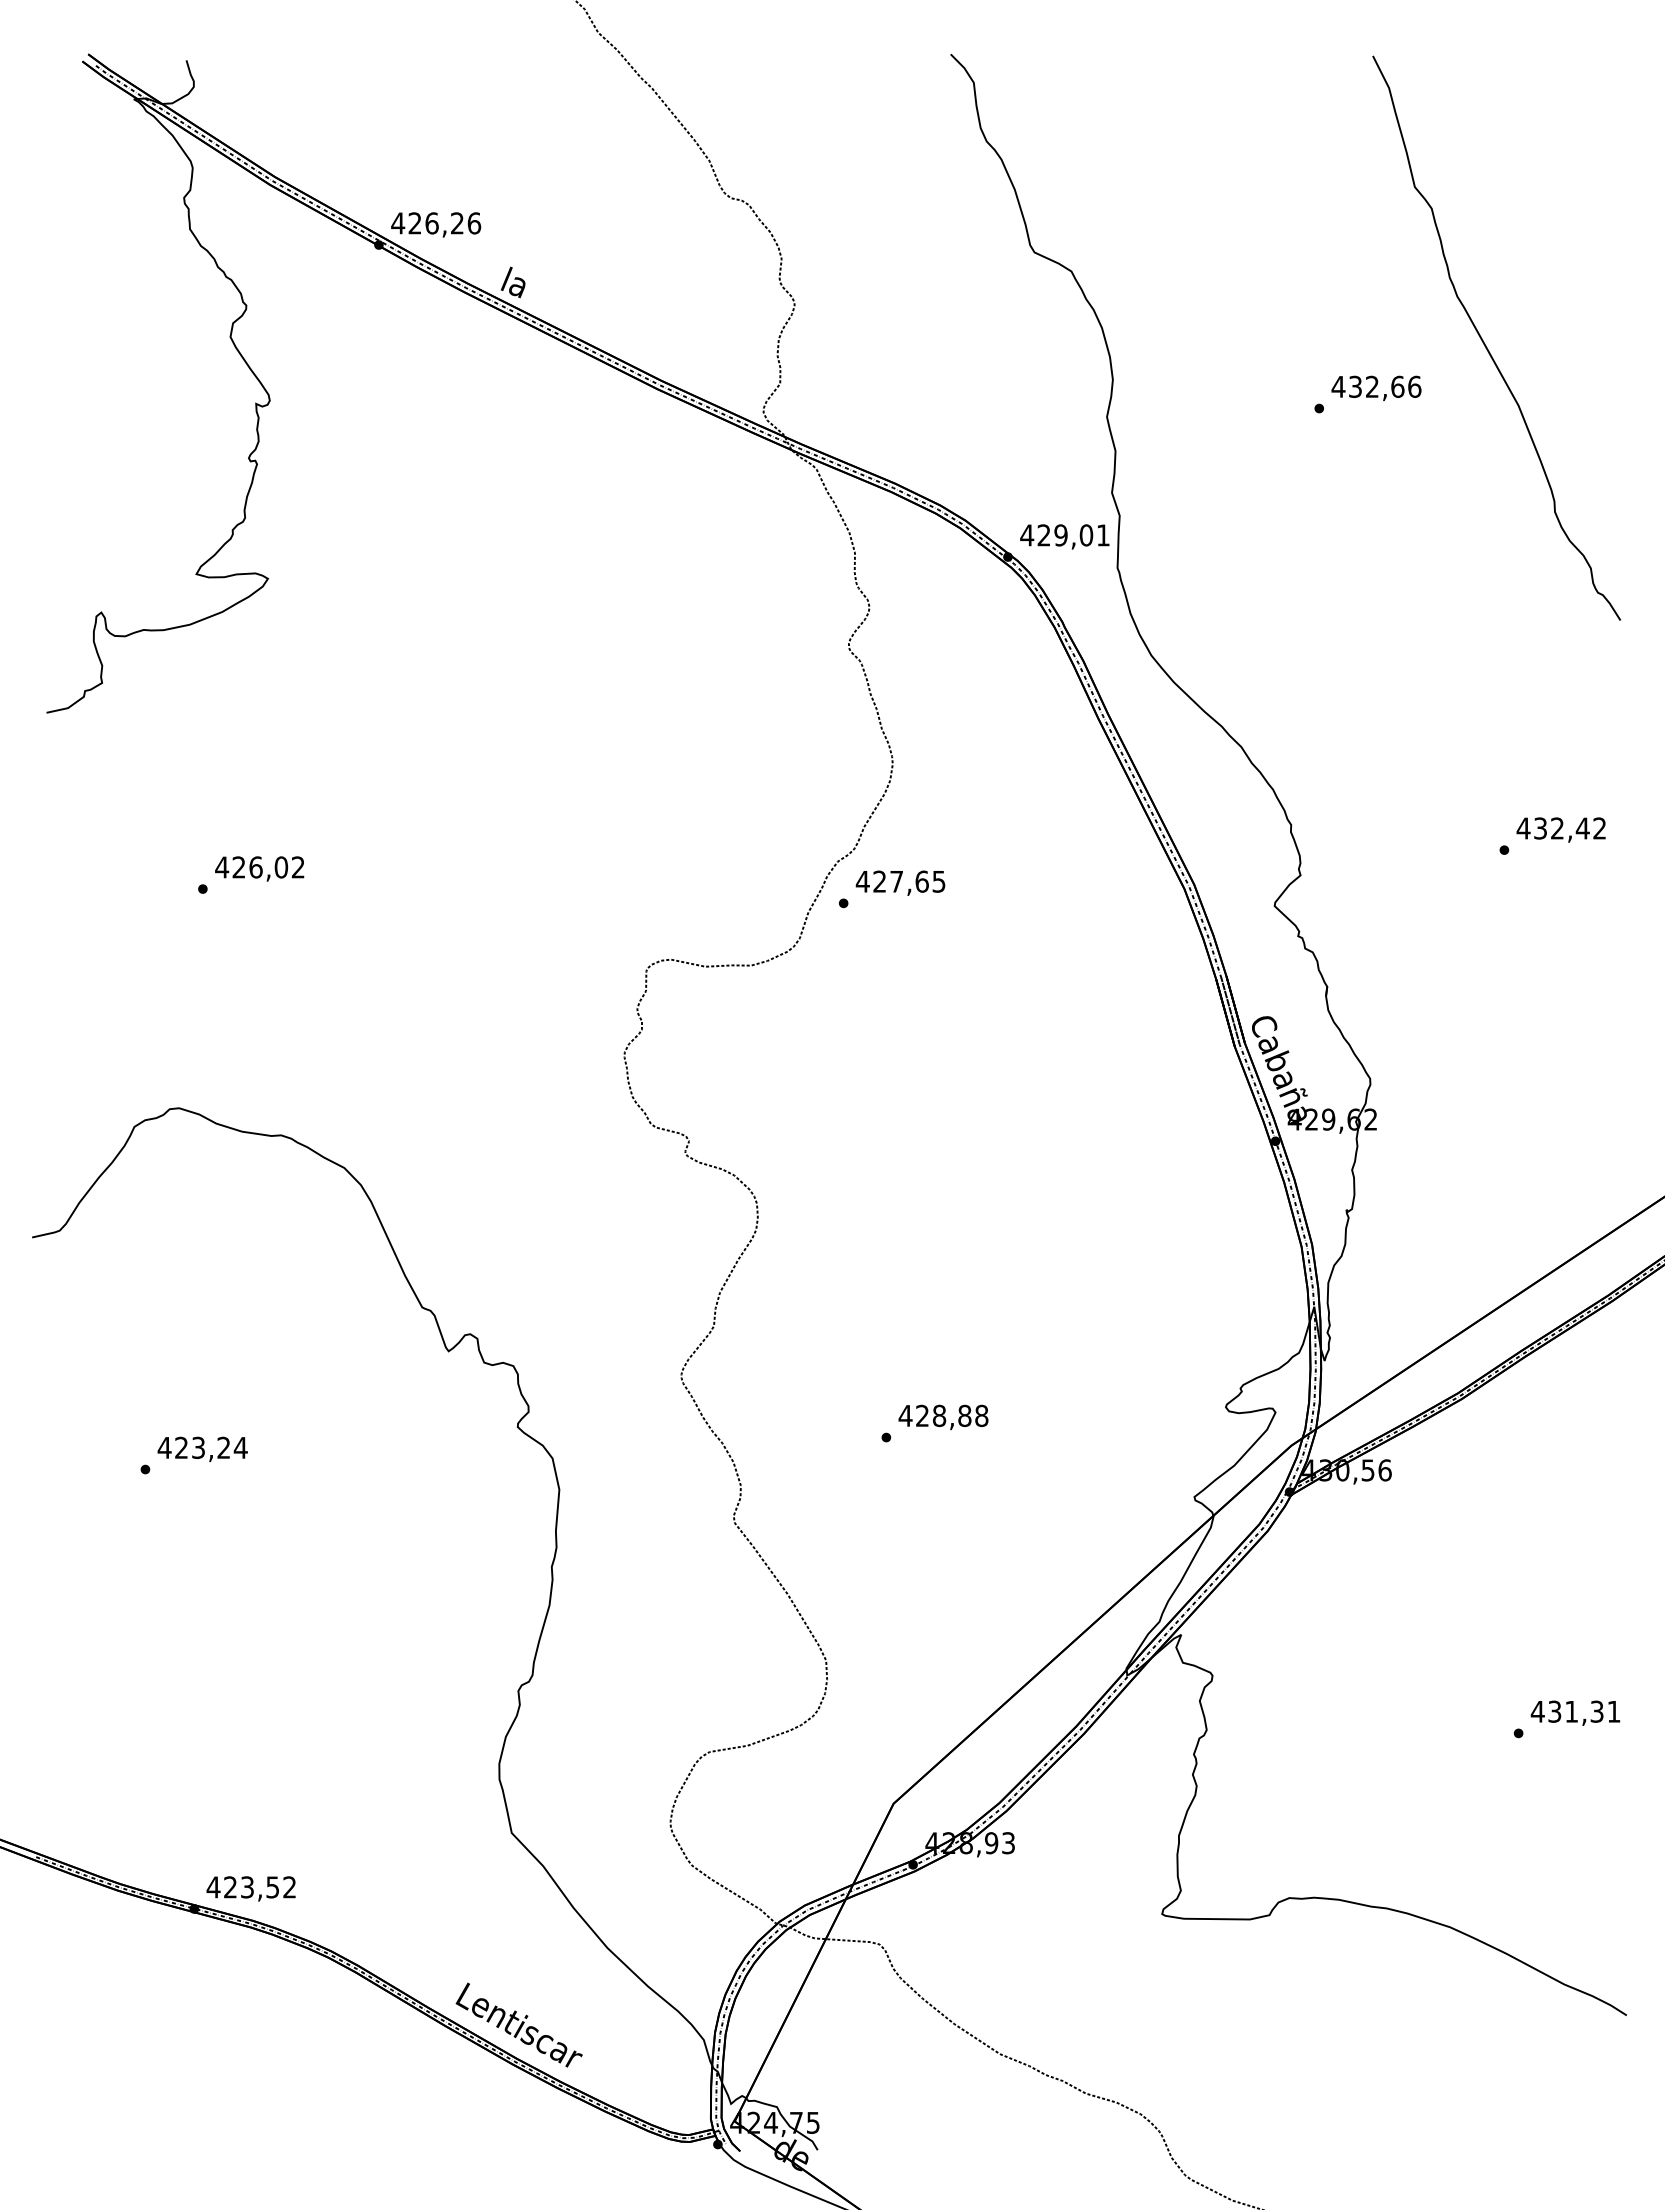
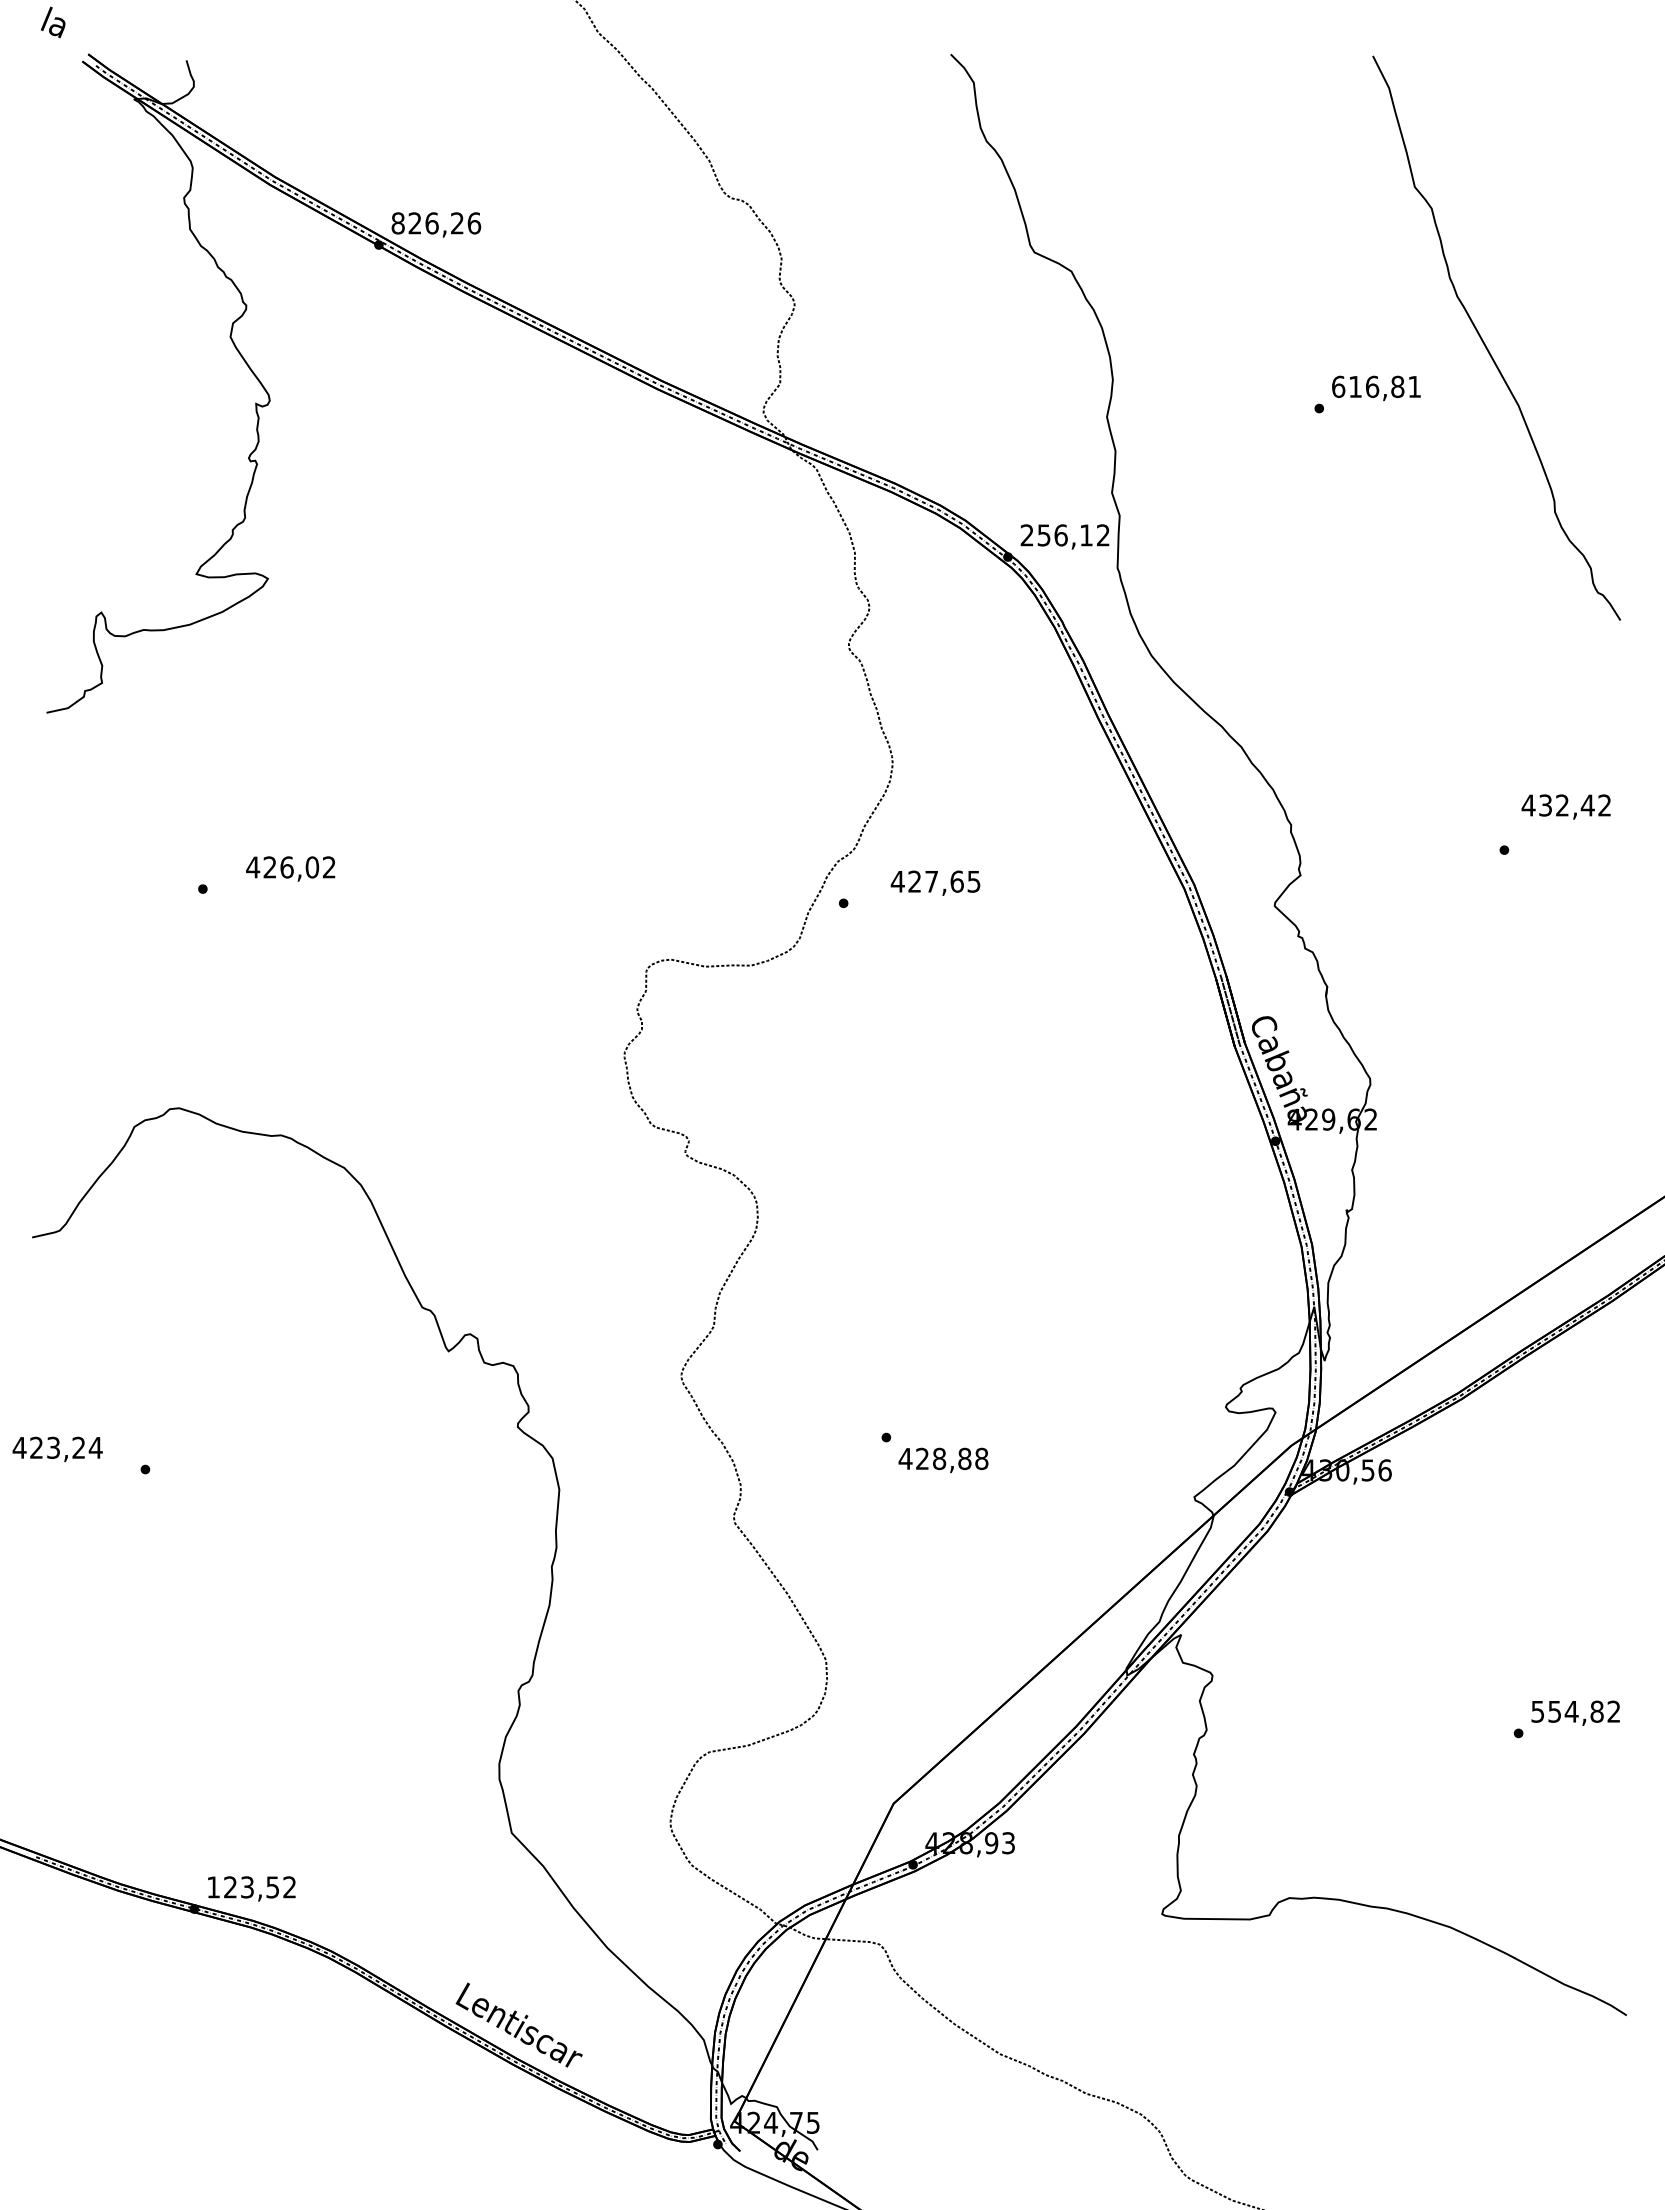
text at (398, 223): 426,26 -> 826,26
text at (513, 282) position: (513, 282) -> (53, 22)
text at (1376, 386): 432,66 -> 616,81
text at (1064, 535): 429,01 -> 256,12
text at (1560, 829) position: (1560, 829) -> (1565, 806)
text at (259, 868) position: (259, 868) -> (290, 868)
text at (900, 882) position: (900, 882) -> (935, 882)
text at (943, 1417) position: (943, 1417) -> (943, 1460)
text at (202, 1448) position: (202, 1448) -> (57, 1448)
text at (1575, 1711): 431,31 -> 554,82
text at (213, 1887): 423,52 -> 123,52
